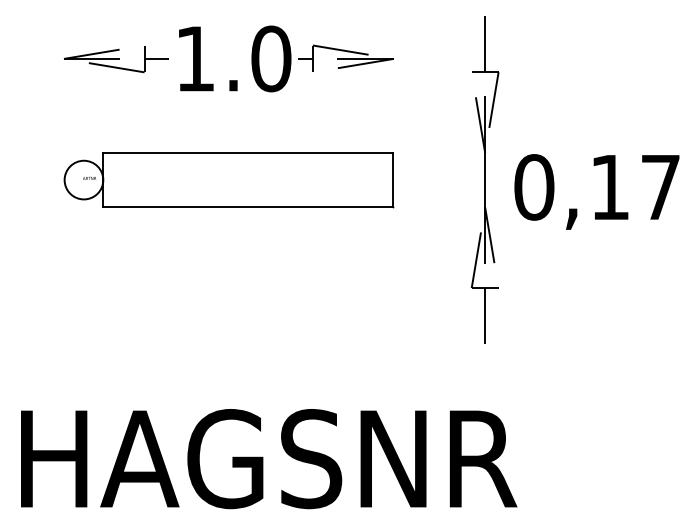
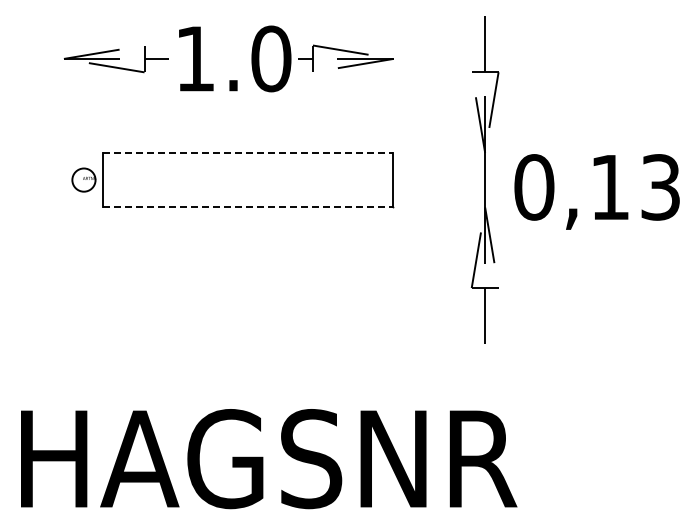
line at (248, 152): solid -> dashed
circle at (83, 179) diameter: 39 px -> 23 px
text at (660, 187): 0,17 -> 0,13
line at (248, 207): solid -> dashed
